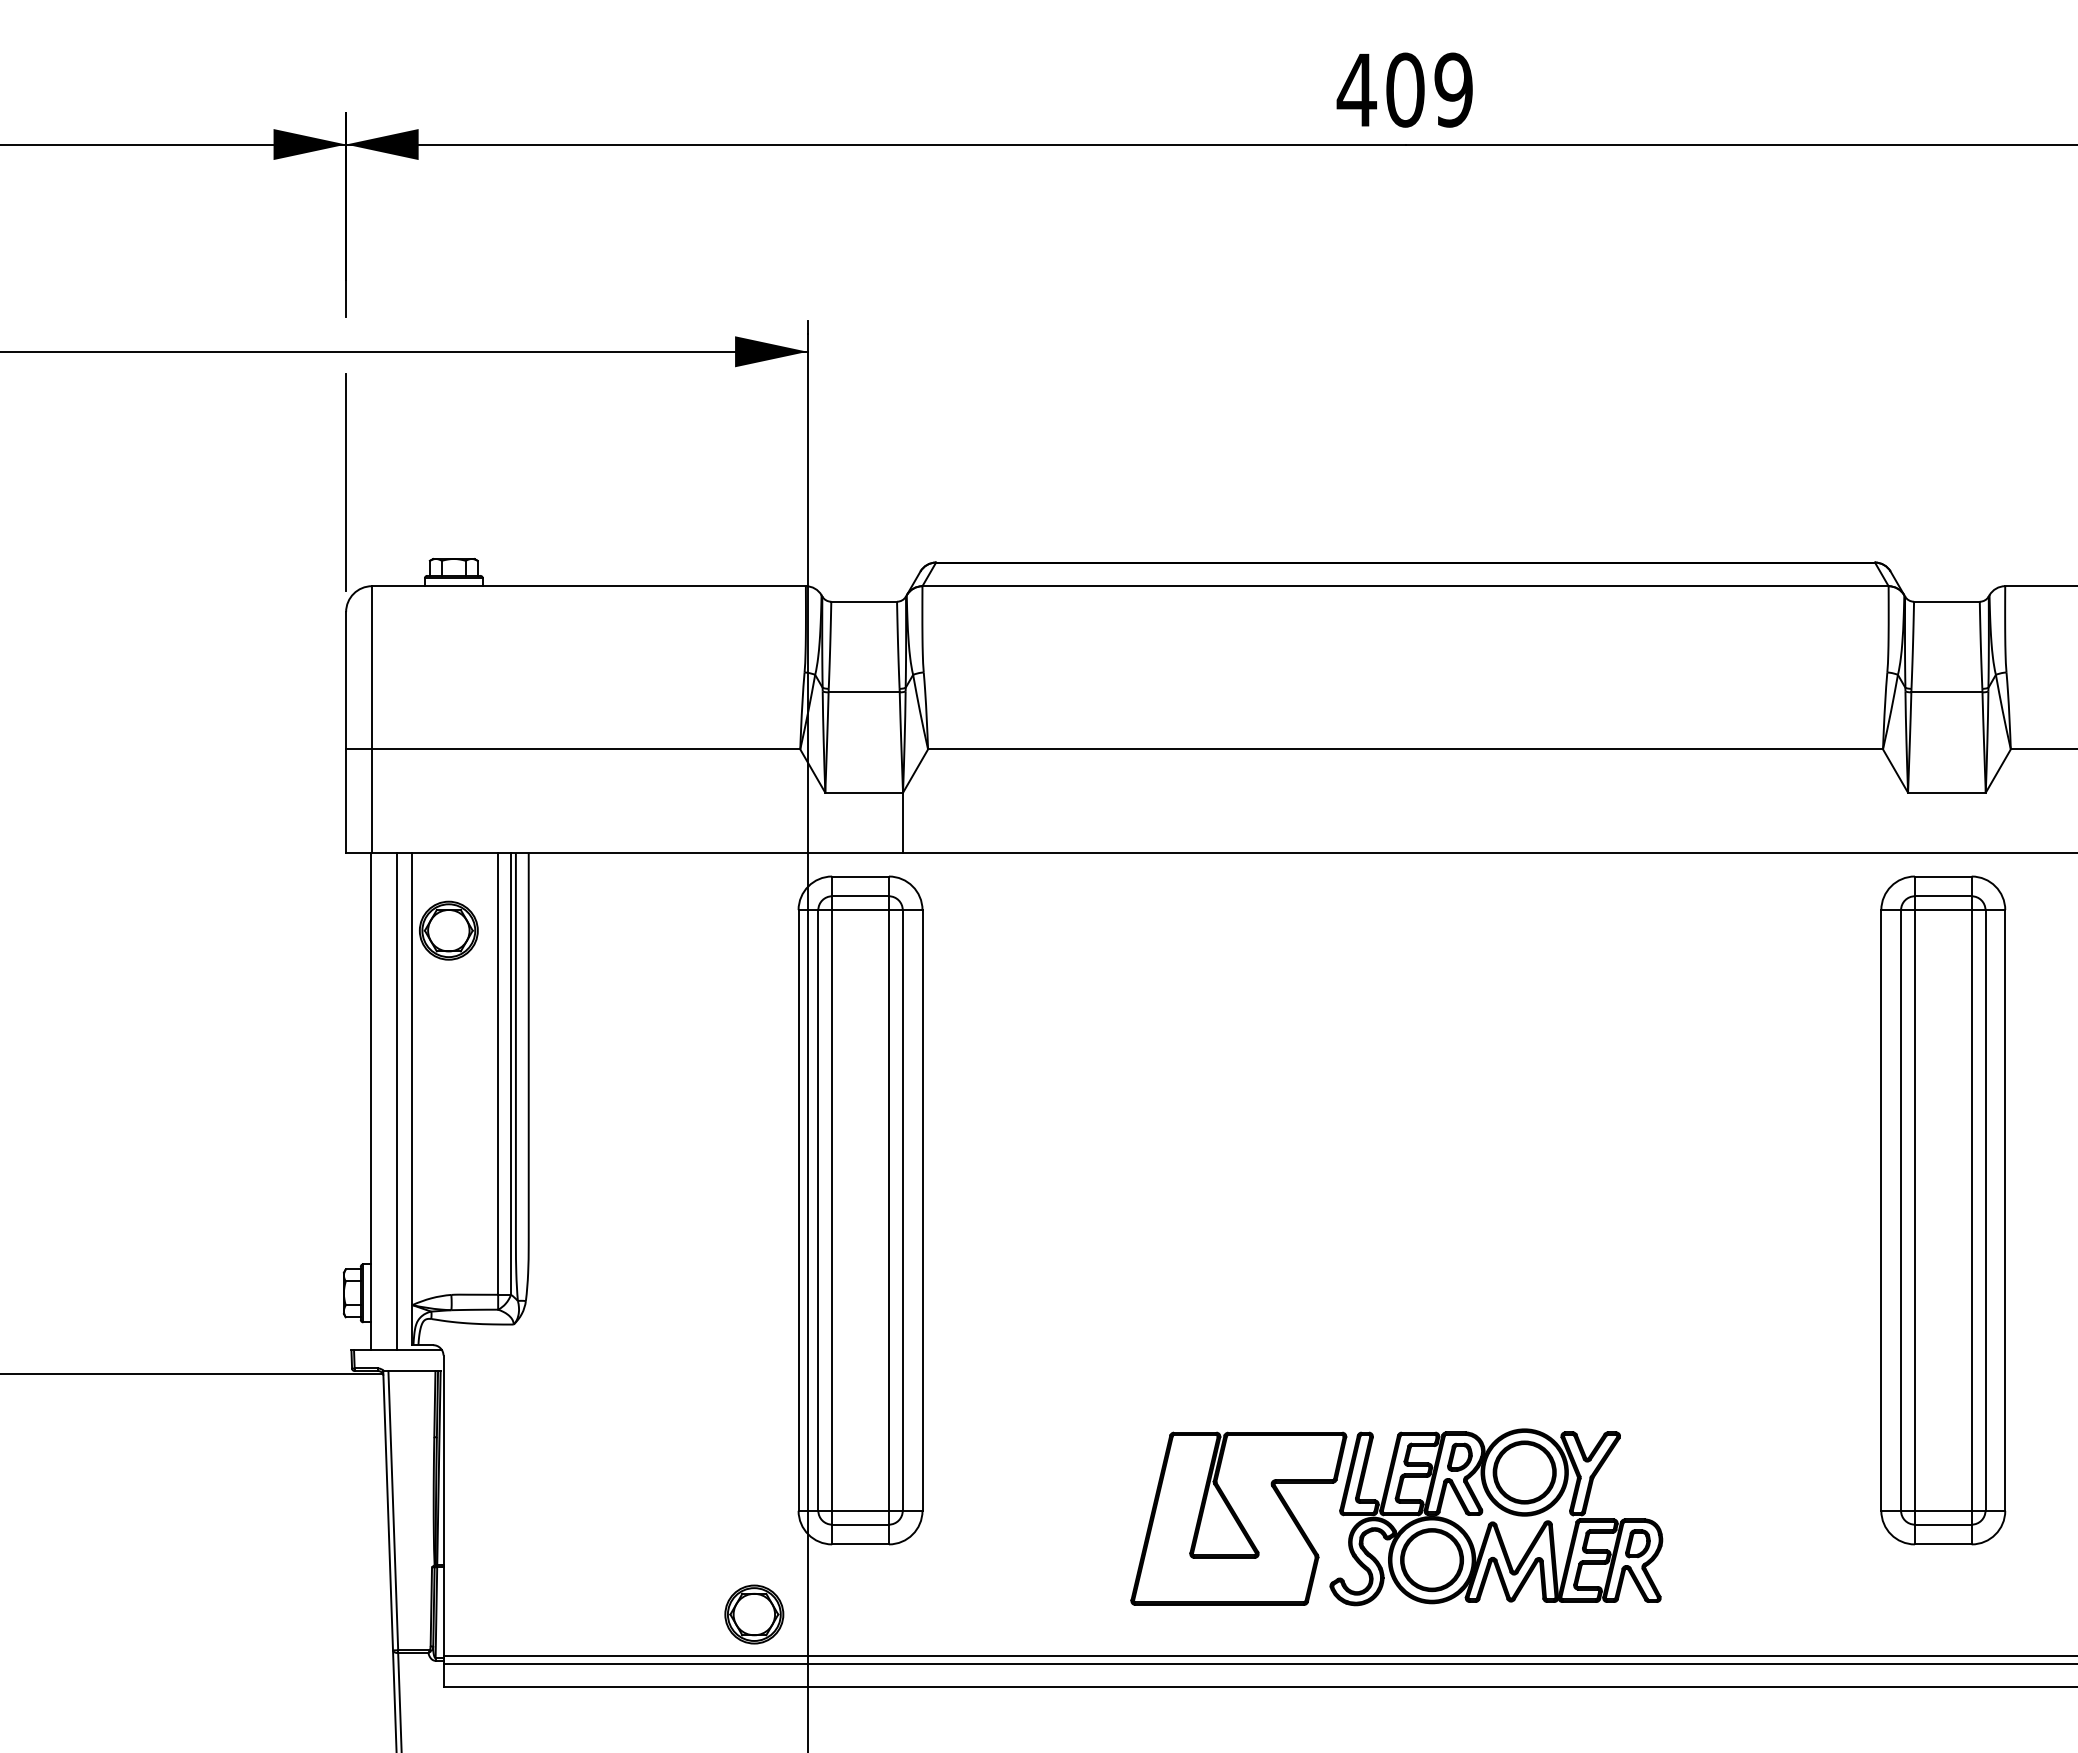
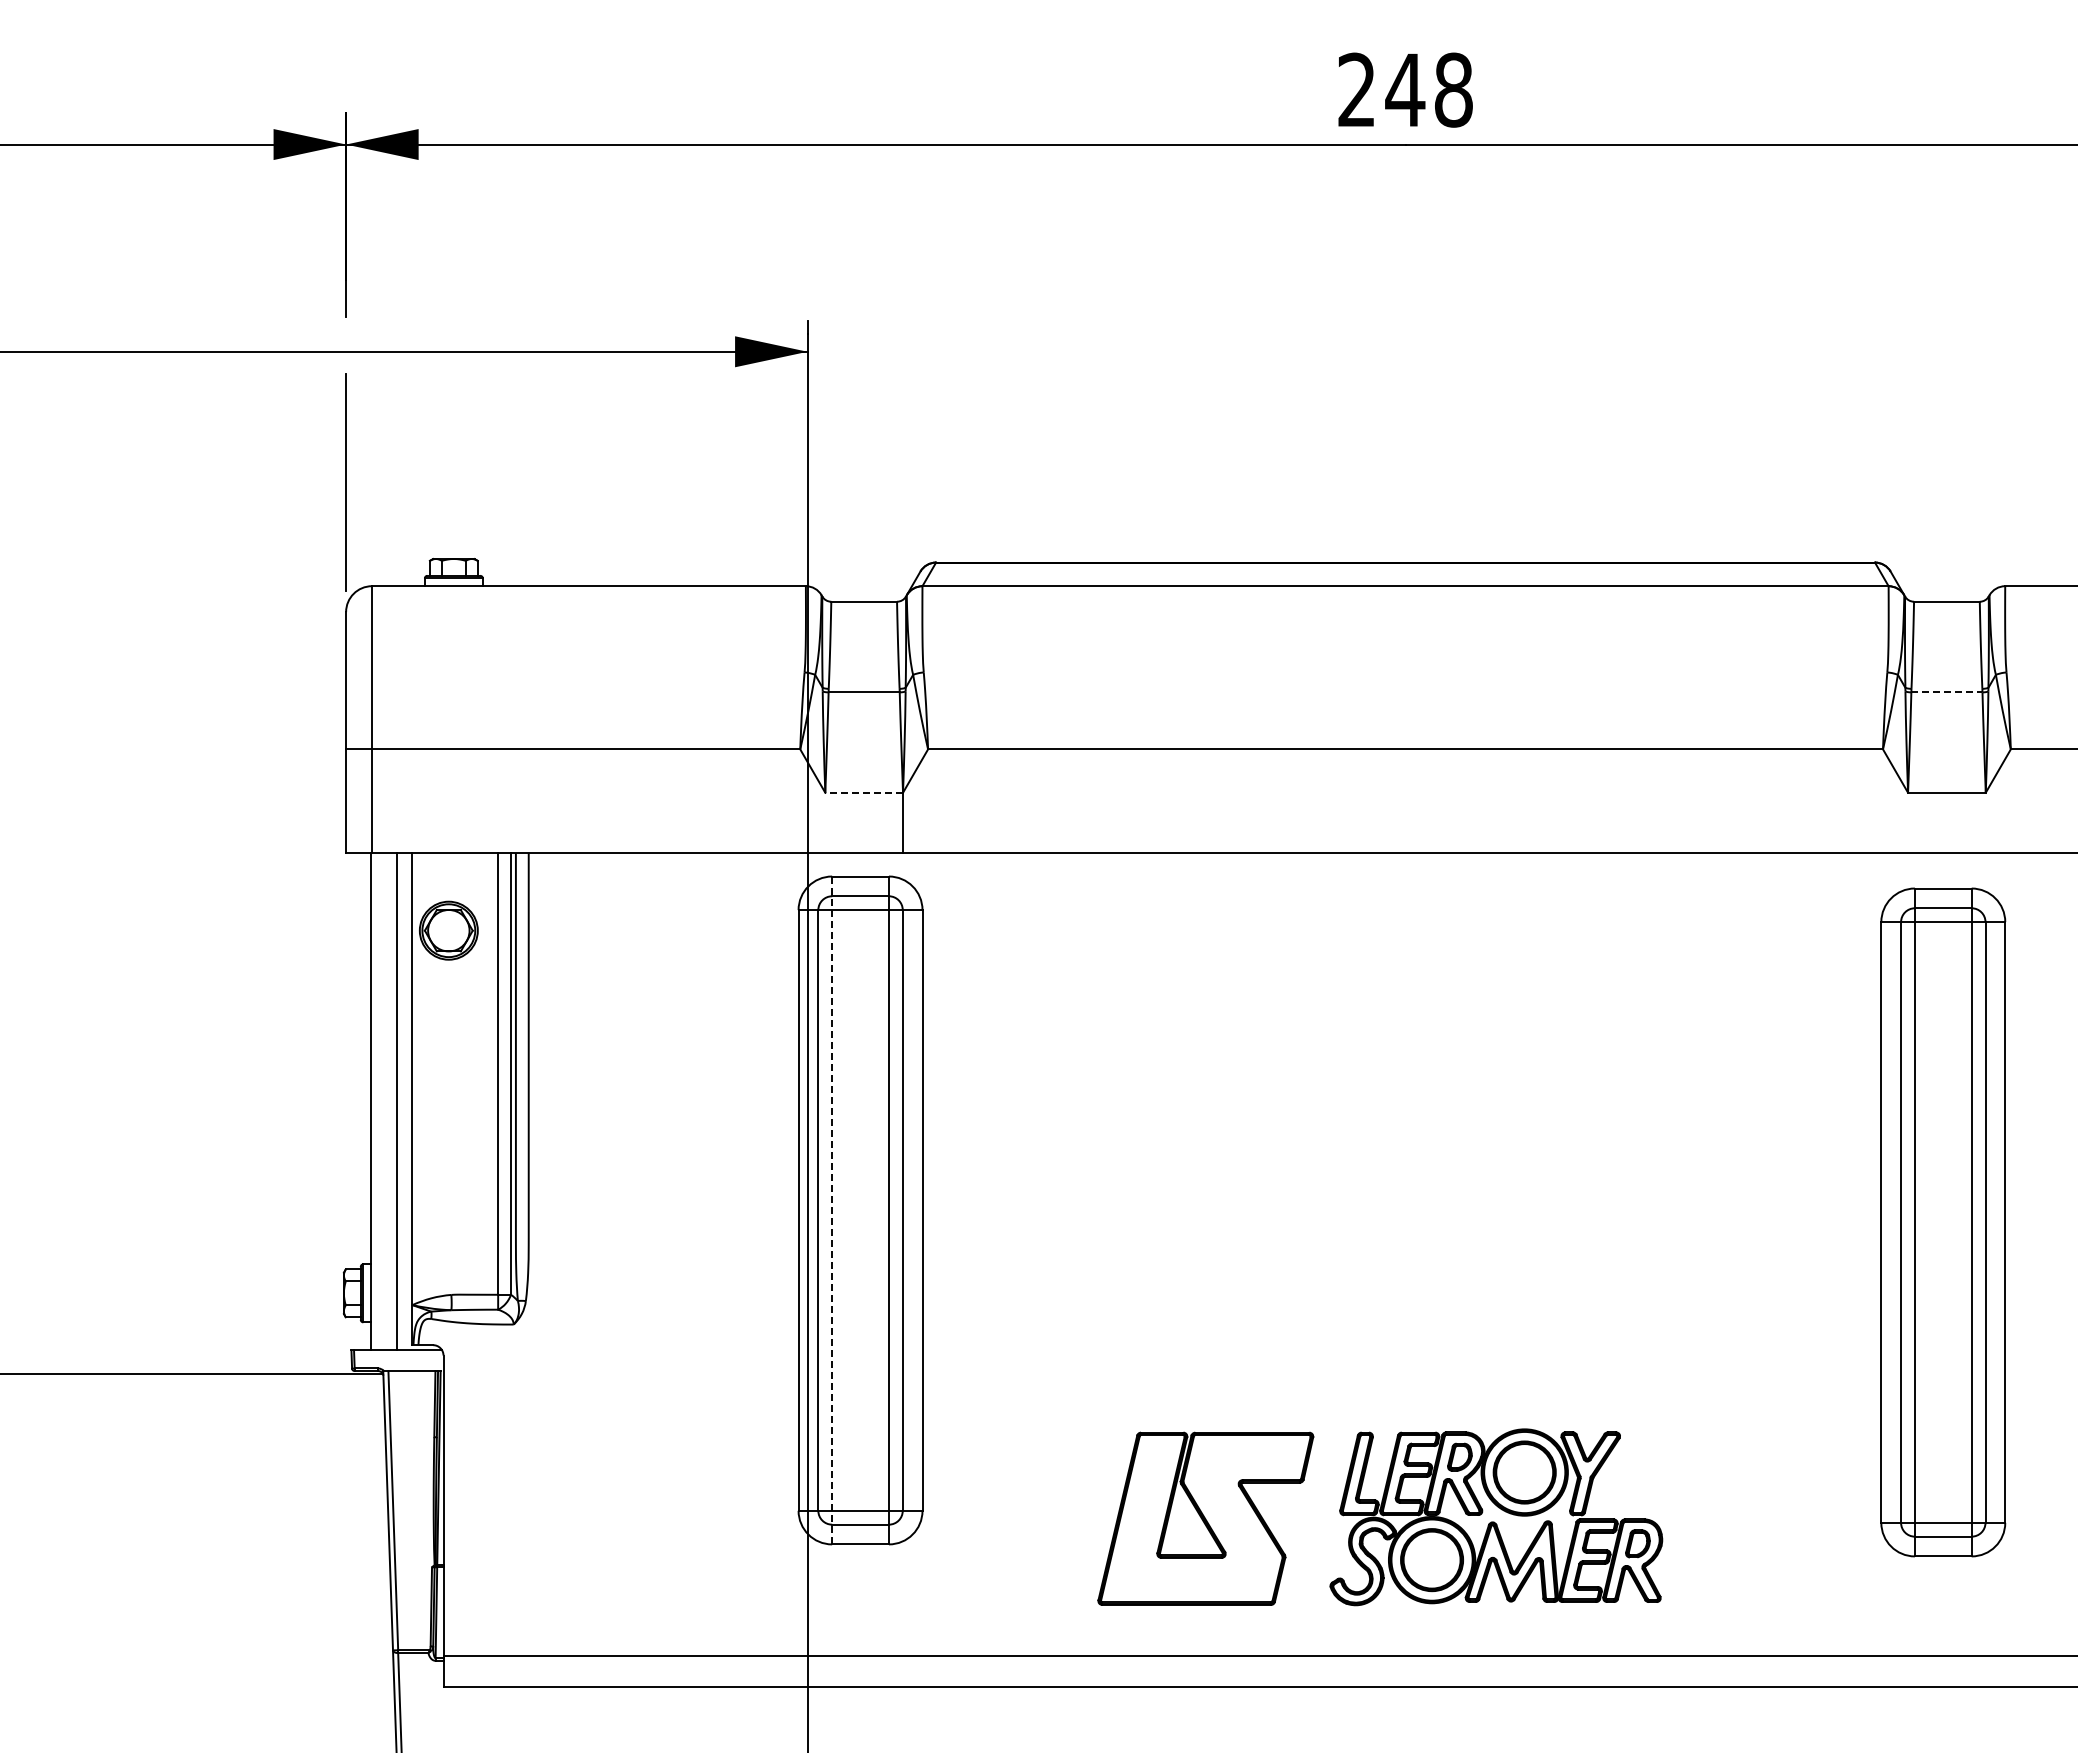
text at (1404, 89): 409 -> 248
line at (1946, 692): solid -> dashed
line at (864, 792): solid -> dashed
line at (832, 1210): solid -> dashed
part at (1943, 1210) position: (1943, 1210) -> (1943, 1222)
part at (1238, 1518) position: (1238, 1518) -> (1205, 1518)
part at (754, 1614): present -> none
line at (1258, 1663): present -> none
